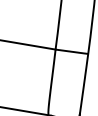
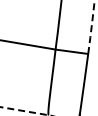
arc at (91, 26): solid -> dashed
line at (25, 111): solid -> dashed
